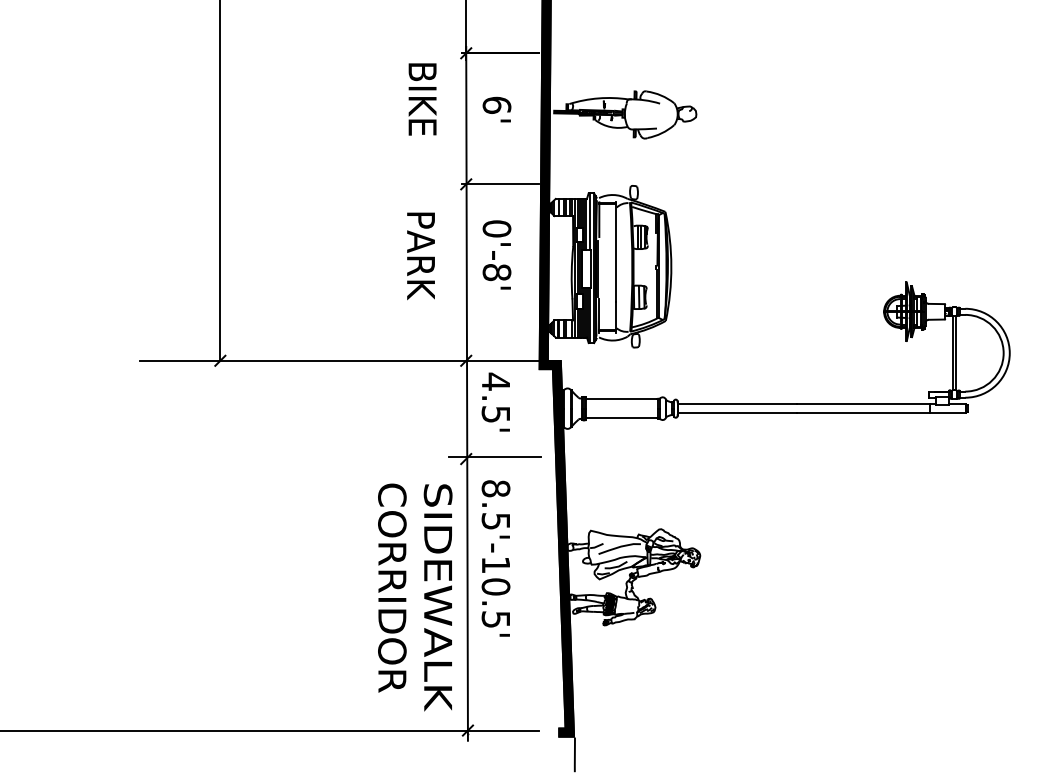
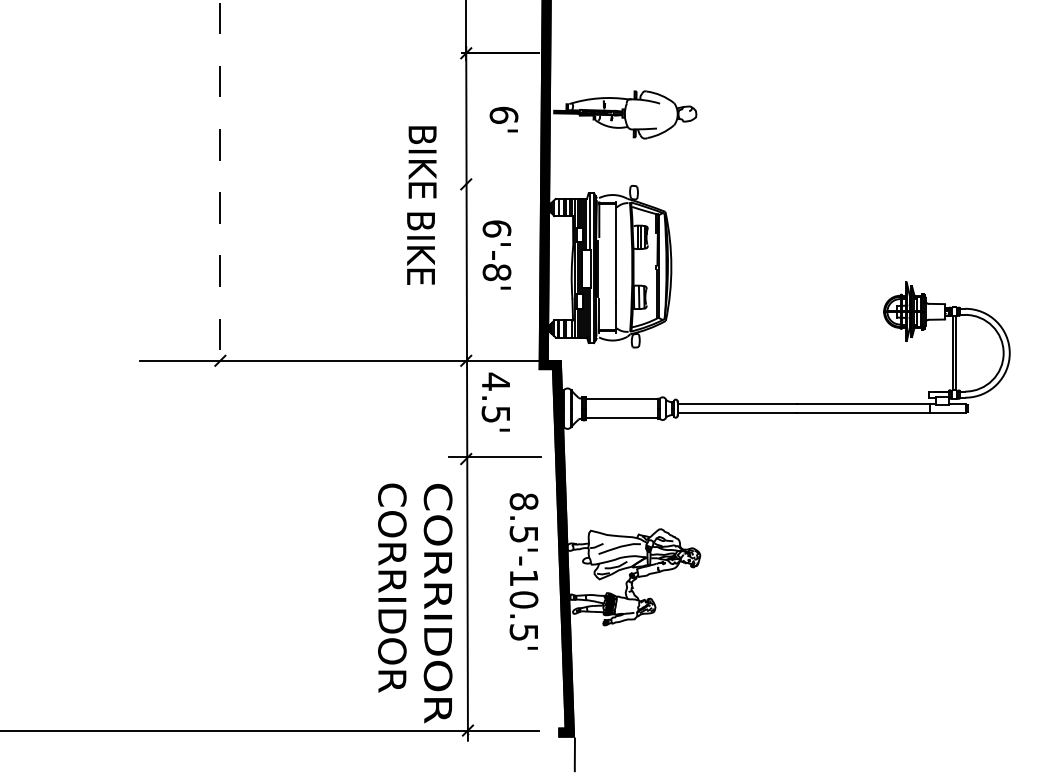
text at (422, 99) position: (422, 99) -> (422, 162)
text at (496, 109) position: (496, 109) -> (503, 119)
line at (220, 180): solid -> dashed
line at (500, 183): present -> none
text at (497, 228): 0'-8' -> 6'-8'
text at (420, 258): PARK -> BIKE
text at (495, 558) position: (495, 558) -> (523, 571)
text at (437, 603): SIDEWALK -> CORRIDOR
